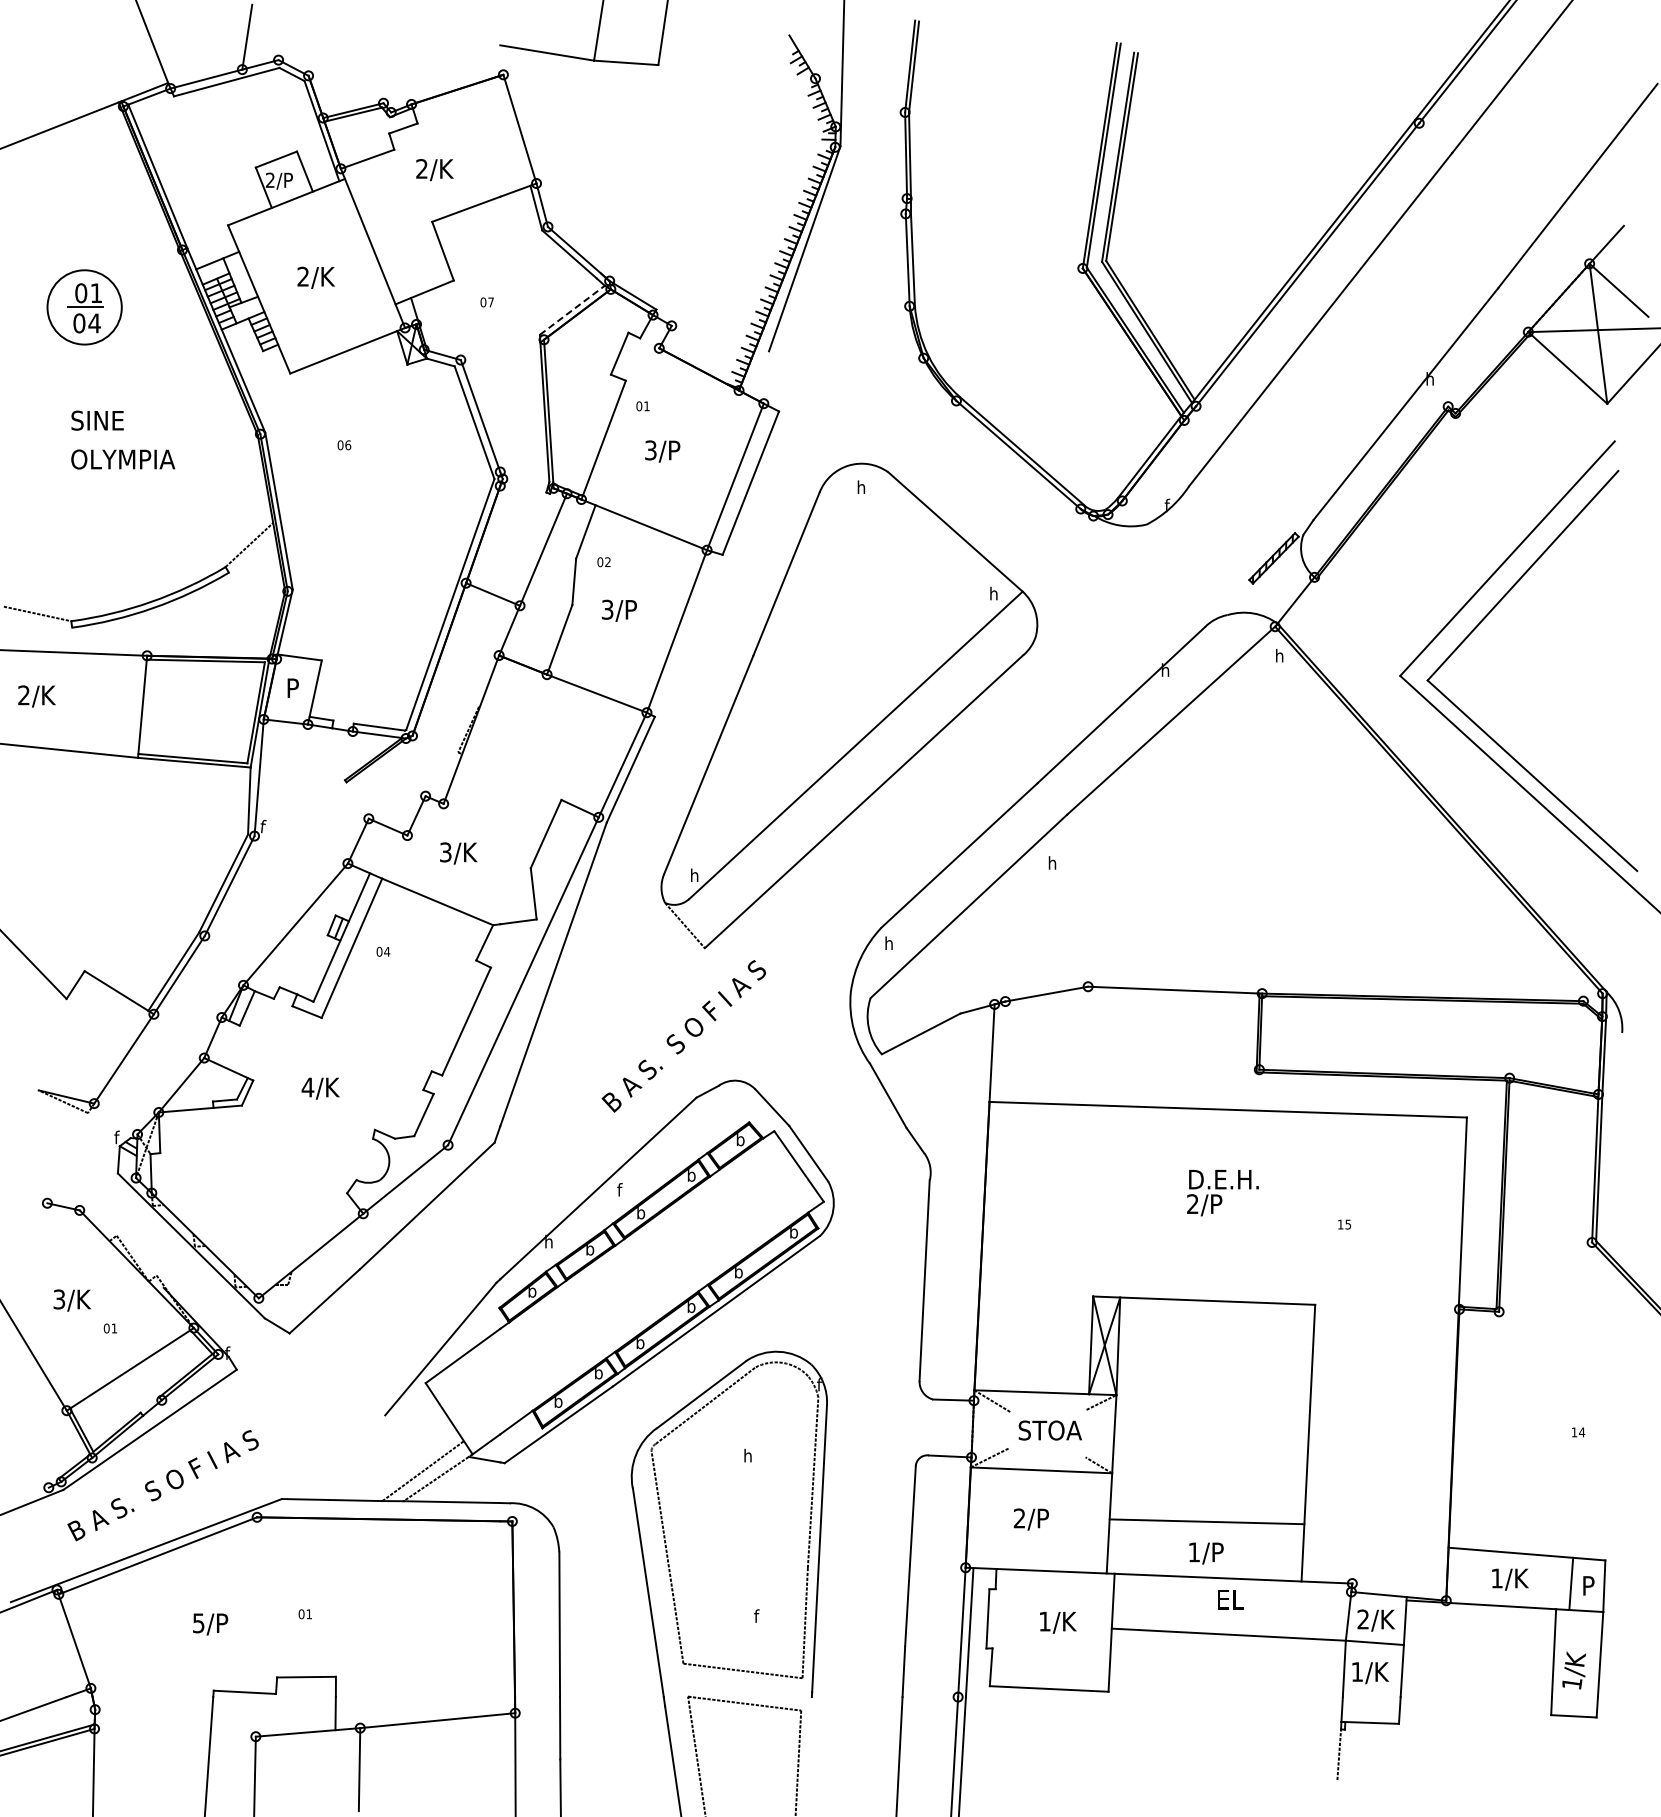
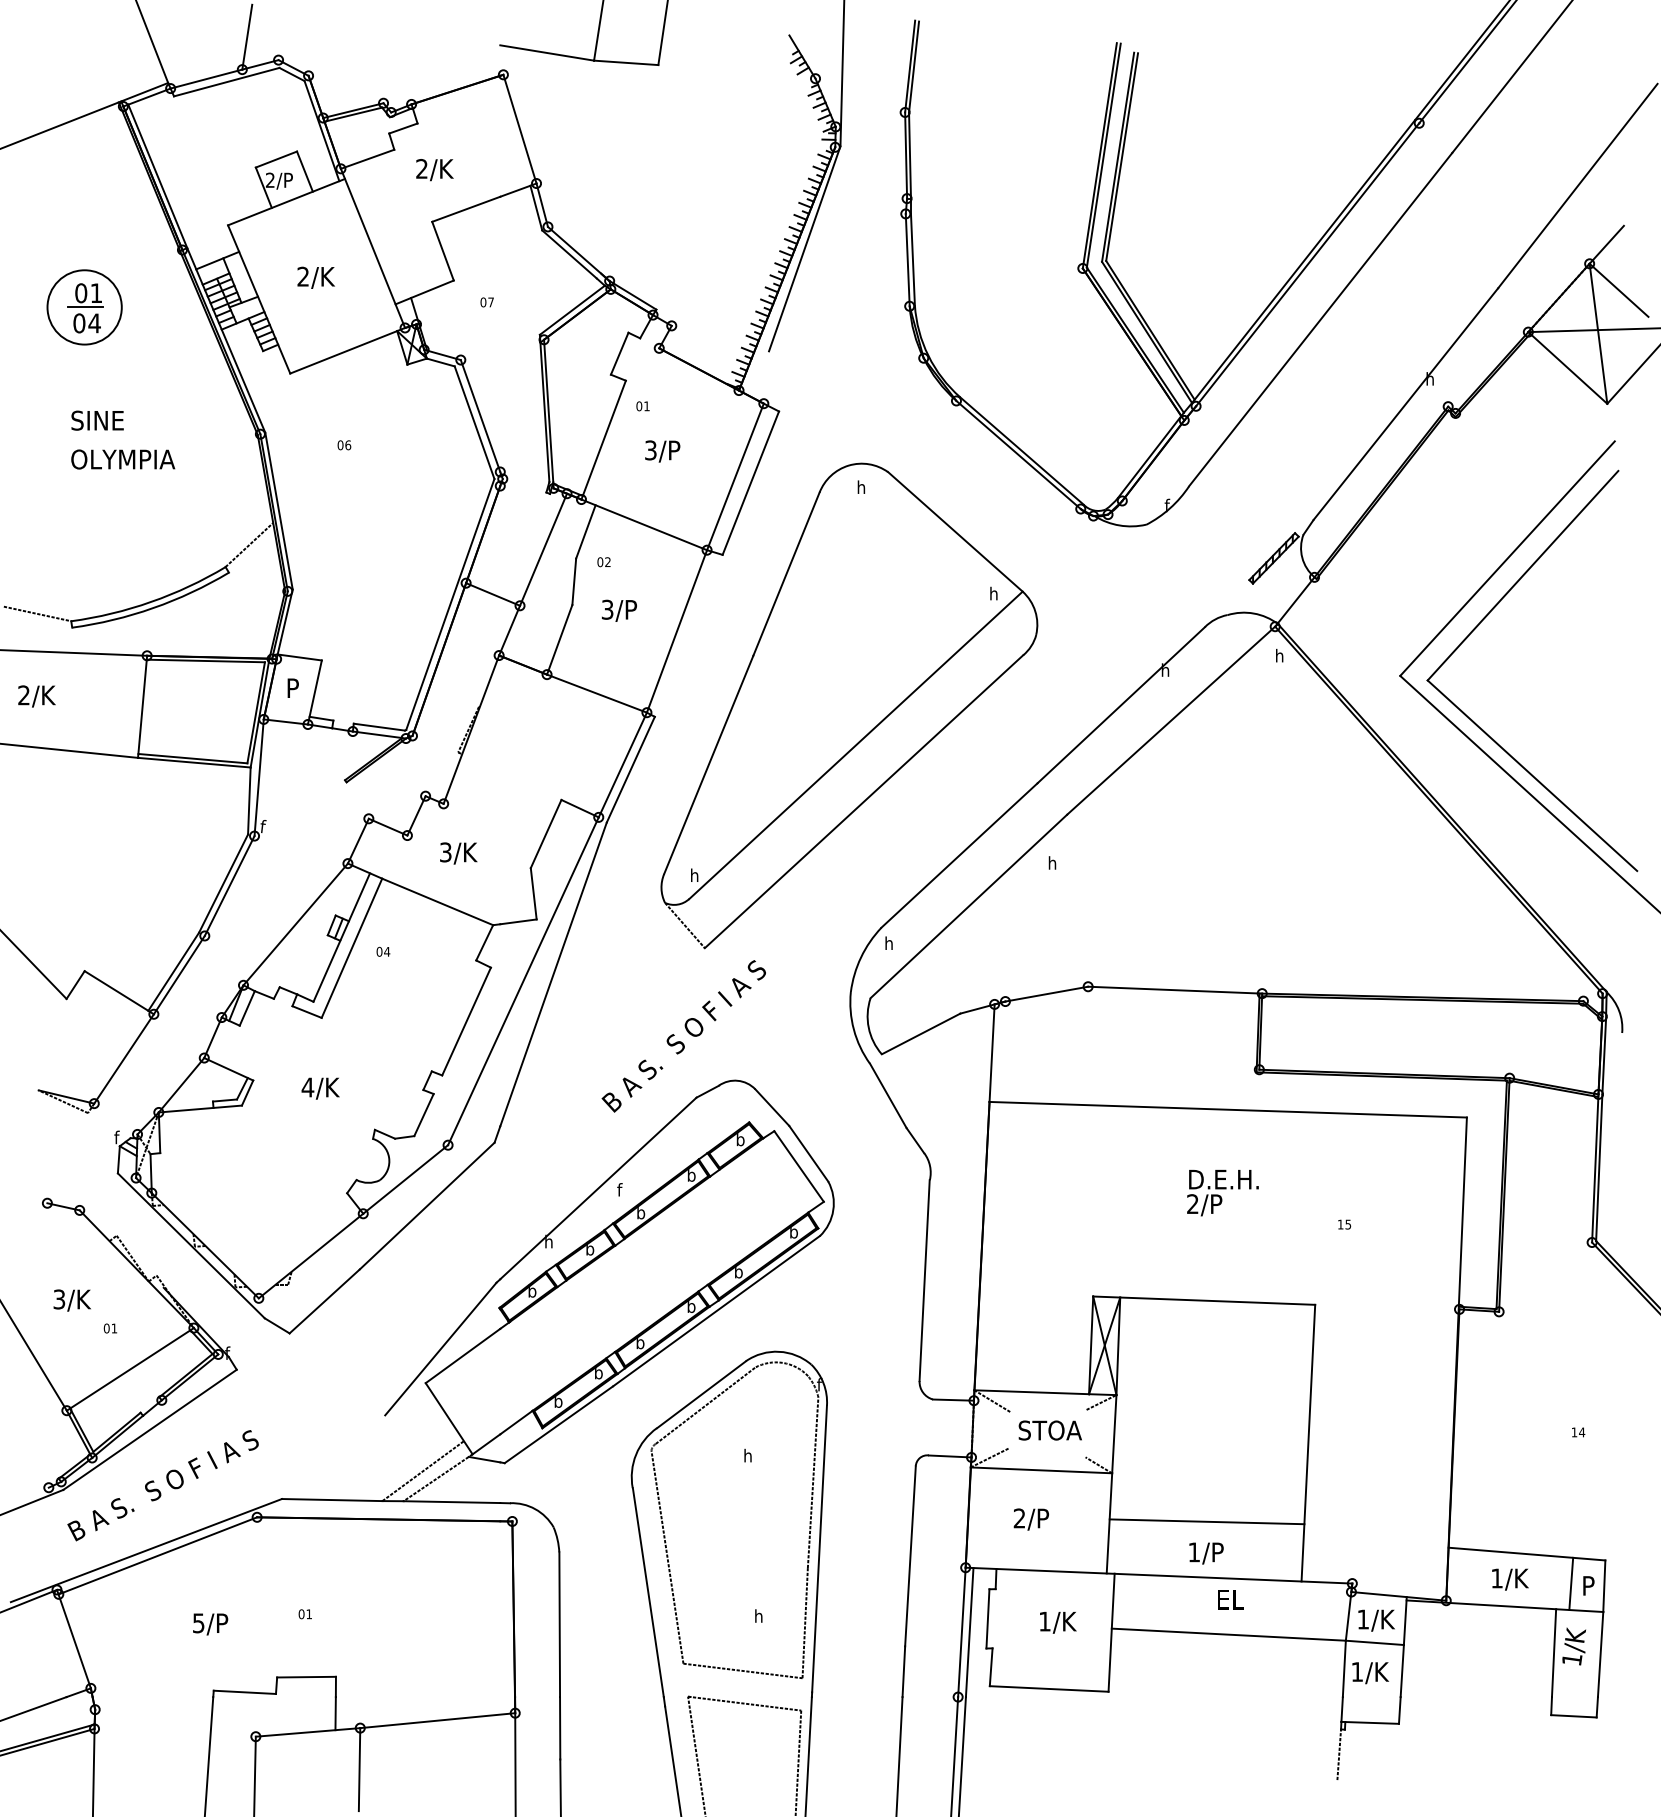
line at (572, 310): dashed -> solid
text at (758, 1615): f -> h
text at (1362, 1619): 2/K -> 1/K
text at (1573, 1670) position: (1573, 1670) -> (1573, 1646)
line at (808, 1755): none -> present
